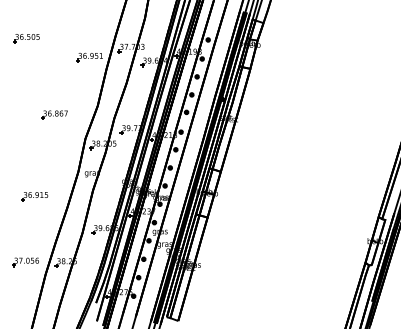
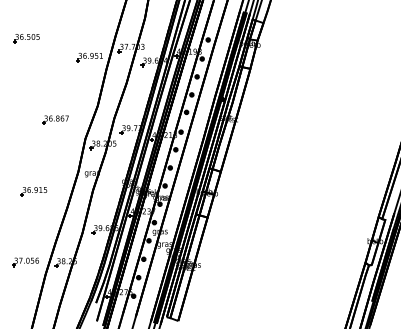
part at (54, 114) position: (54, 114) -> (55, 119)
part at (34, 196) position: (34, 196) -> (33, 191)
